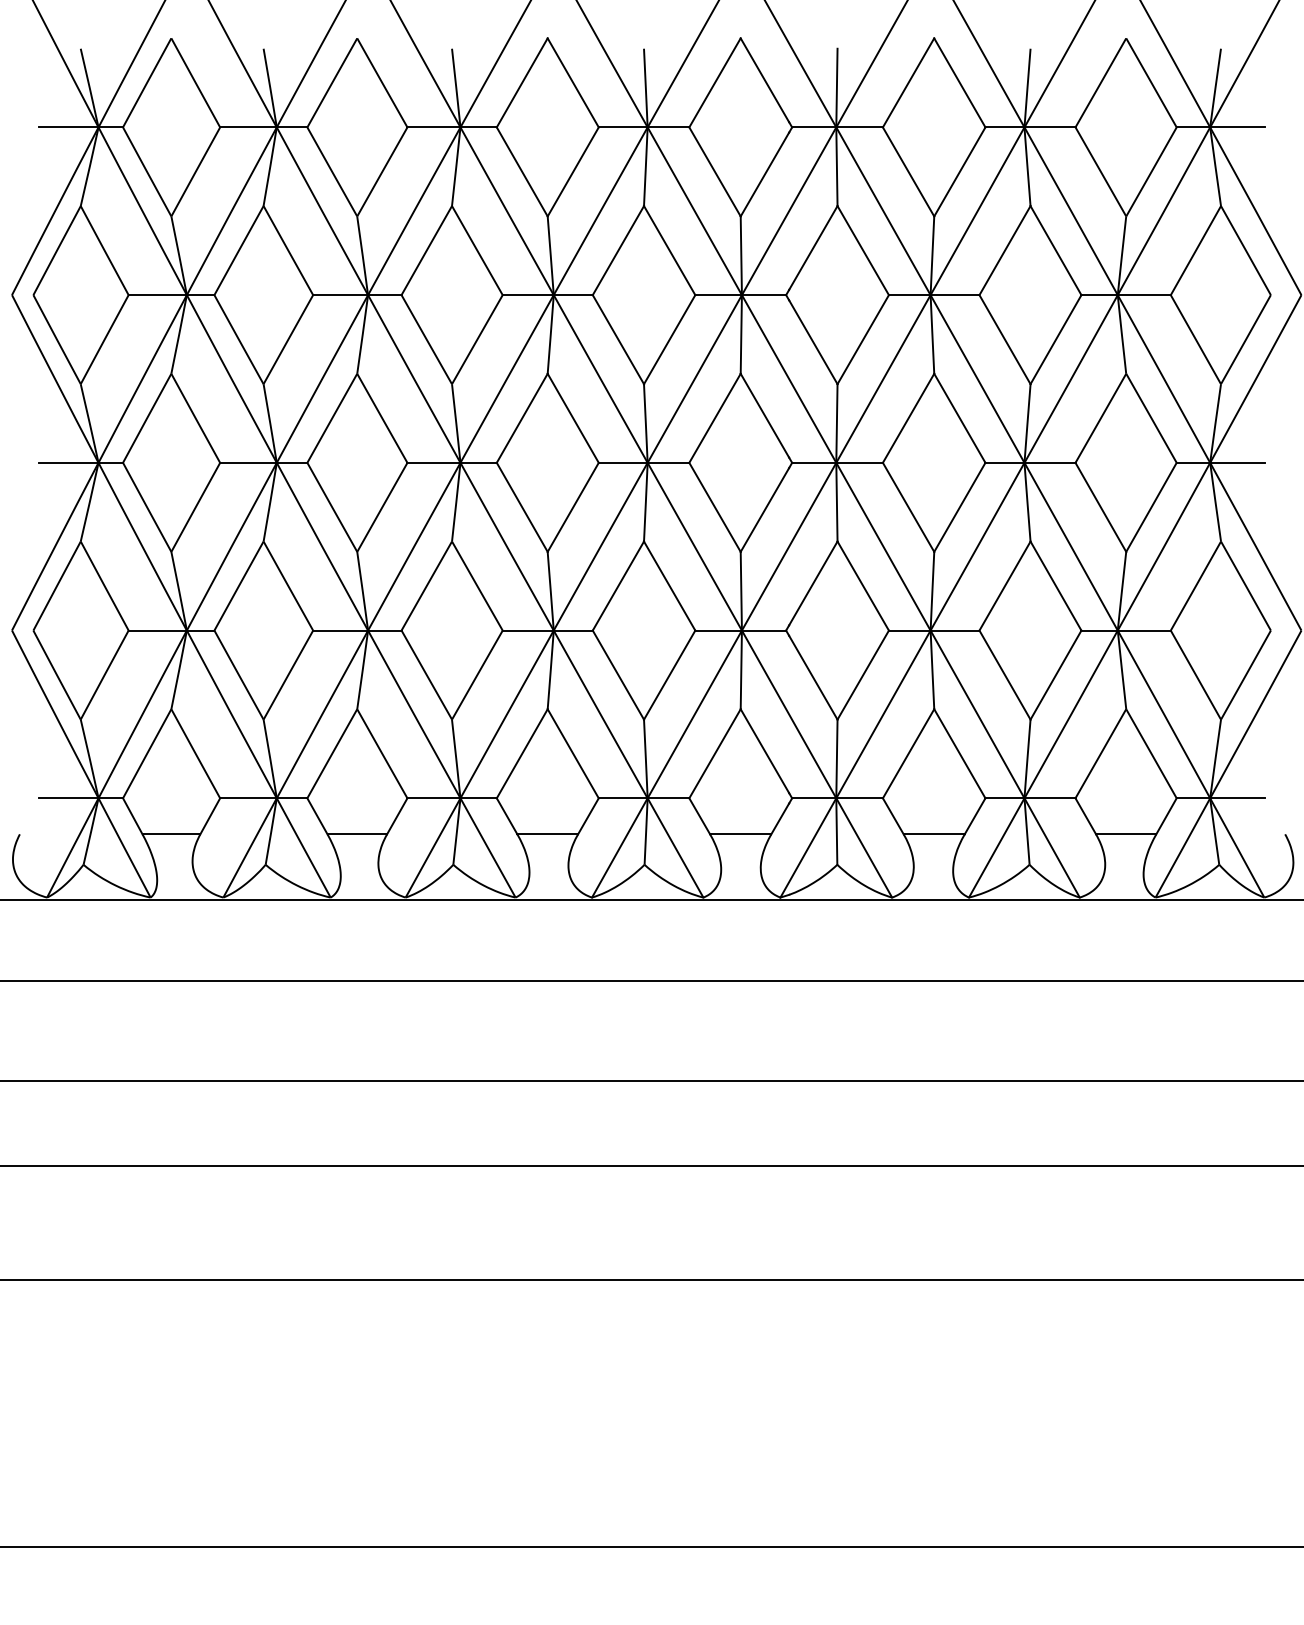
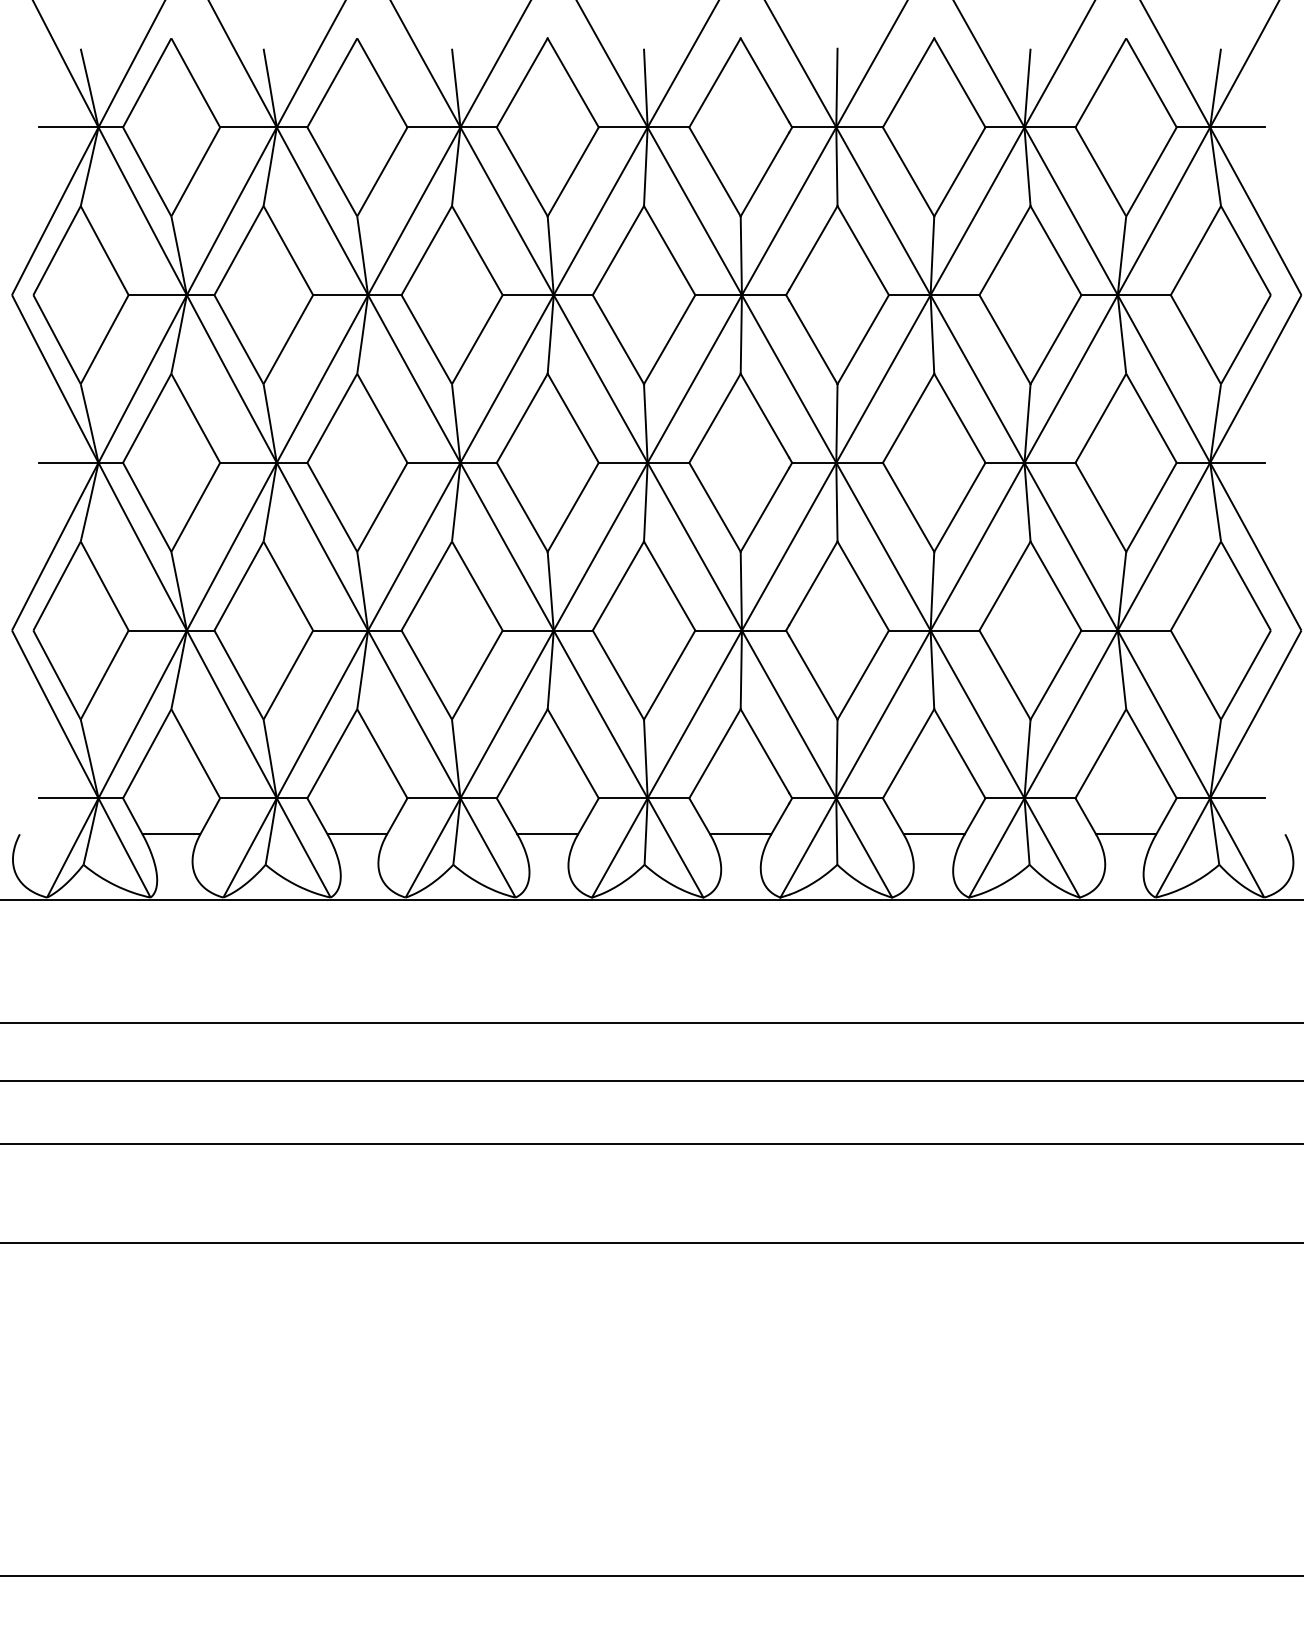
line at (651, 981) position: (651, 981) -> (651, 1023)
line at (651, 1166) position: (651, 1166) -> (651, 1144)
line at (651, 1280) position: (651, 1280) -> (651, 1243)
line at (651, 1547) position: (651, 1547) -> (651, 1576)
